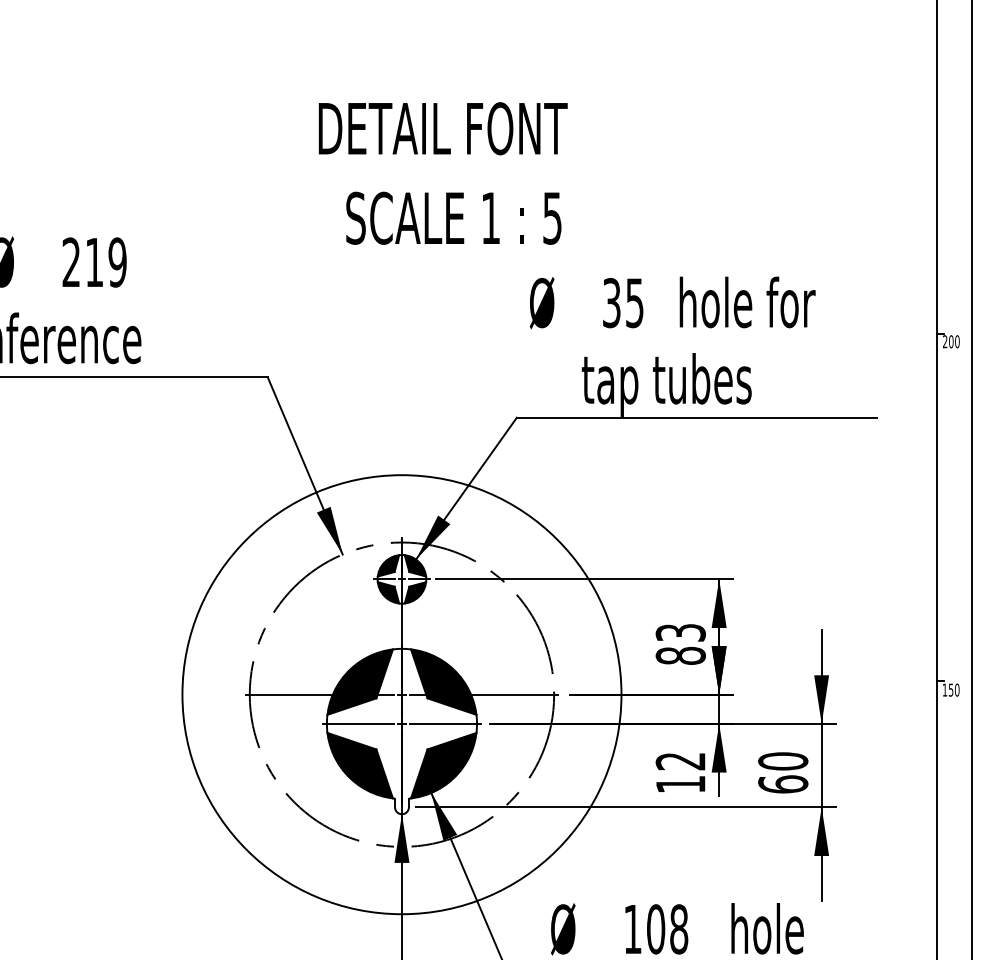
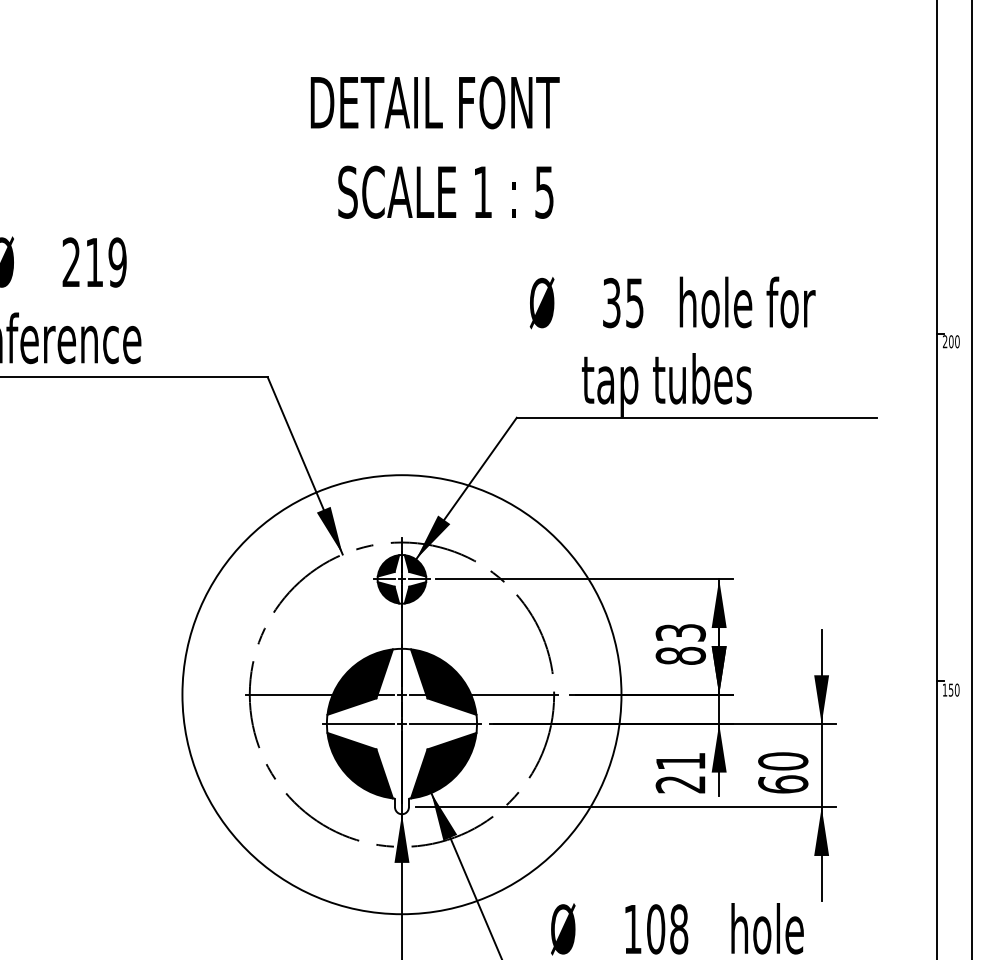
text at (442, 173) position: (442, 173) -> (434, 147)
text at (680, 773): 12 -> 21
